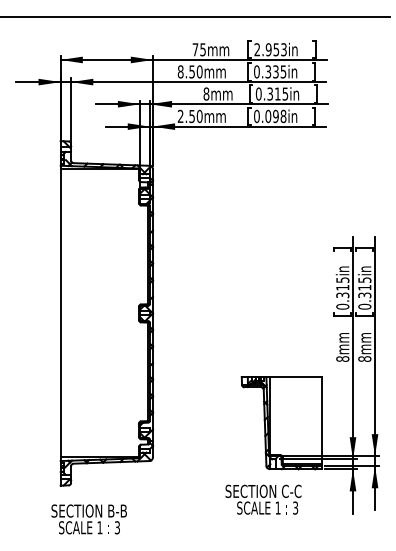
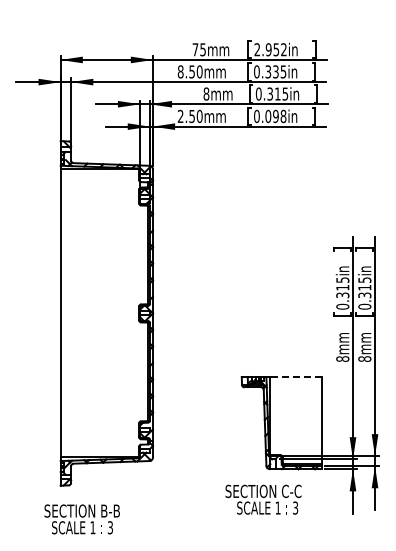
line at (195, 16): present -> none
text at (283, 49): 2.953in -> 2.952in
line at (295, 376): solid -> dashed
text at (88, 519) position: (88, 519) -> (81, 519)
